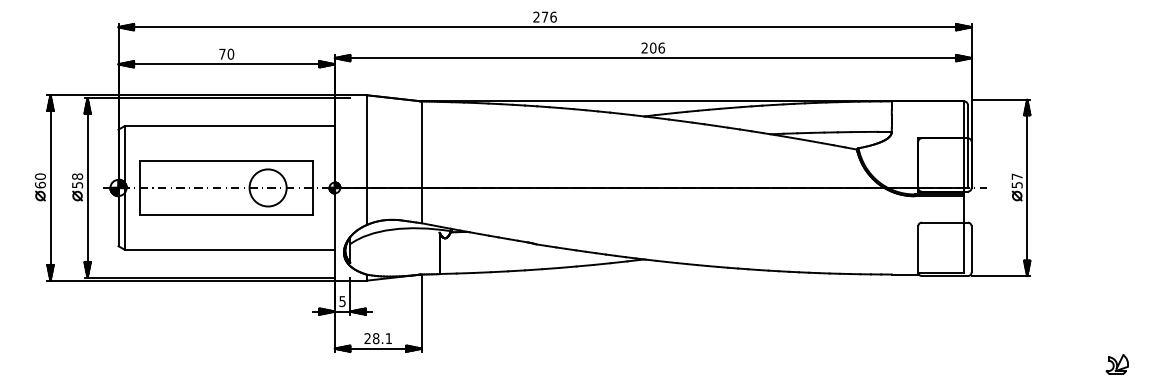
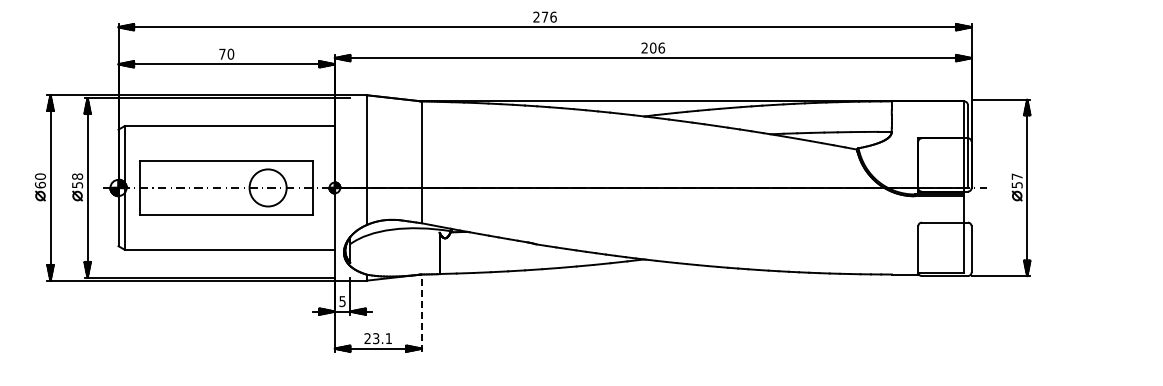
line at (421, 313): solid -> dashed
text at (376, 338): 28.1 -> 23.1
part at (1116, 364): present -> none
